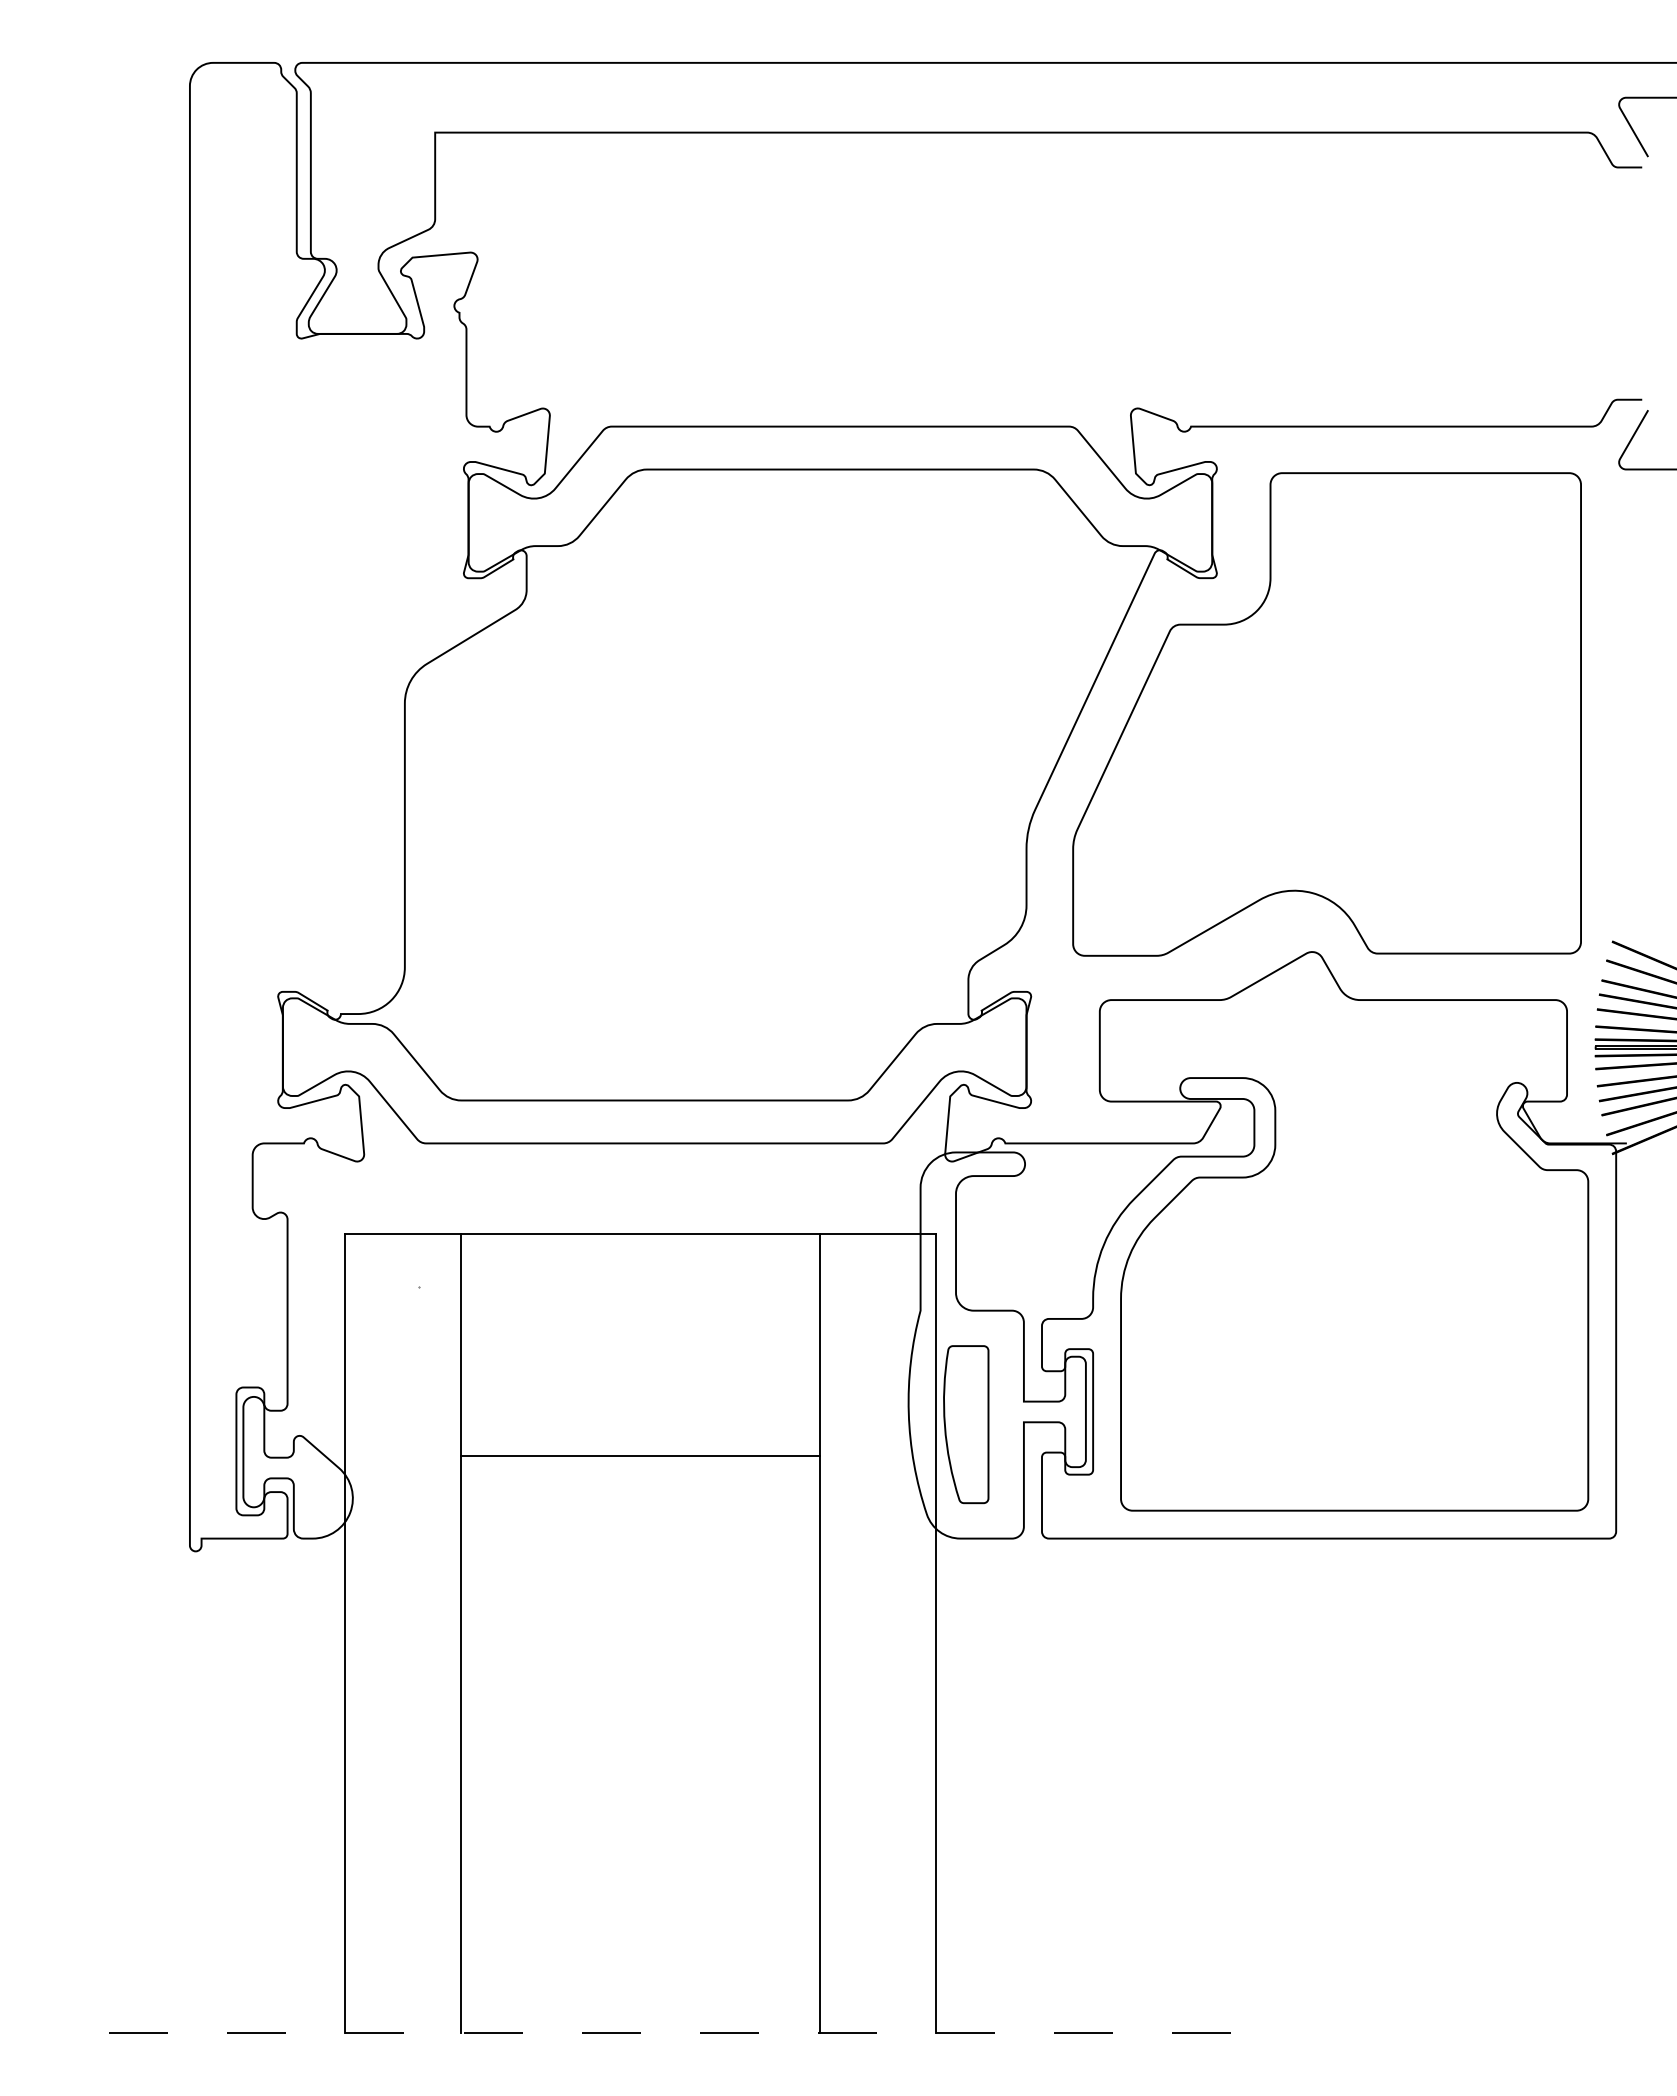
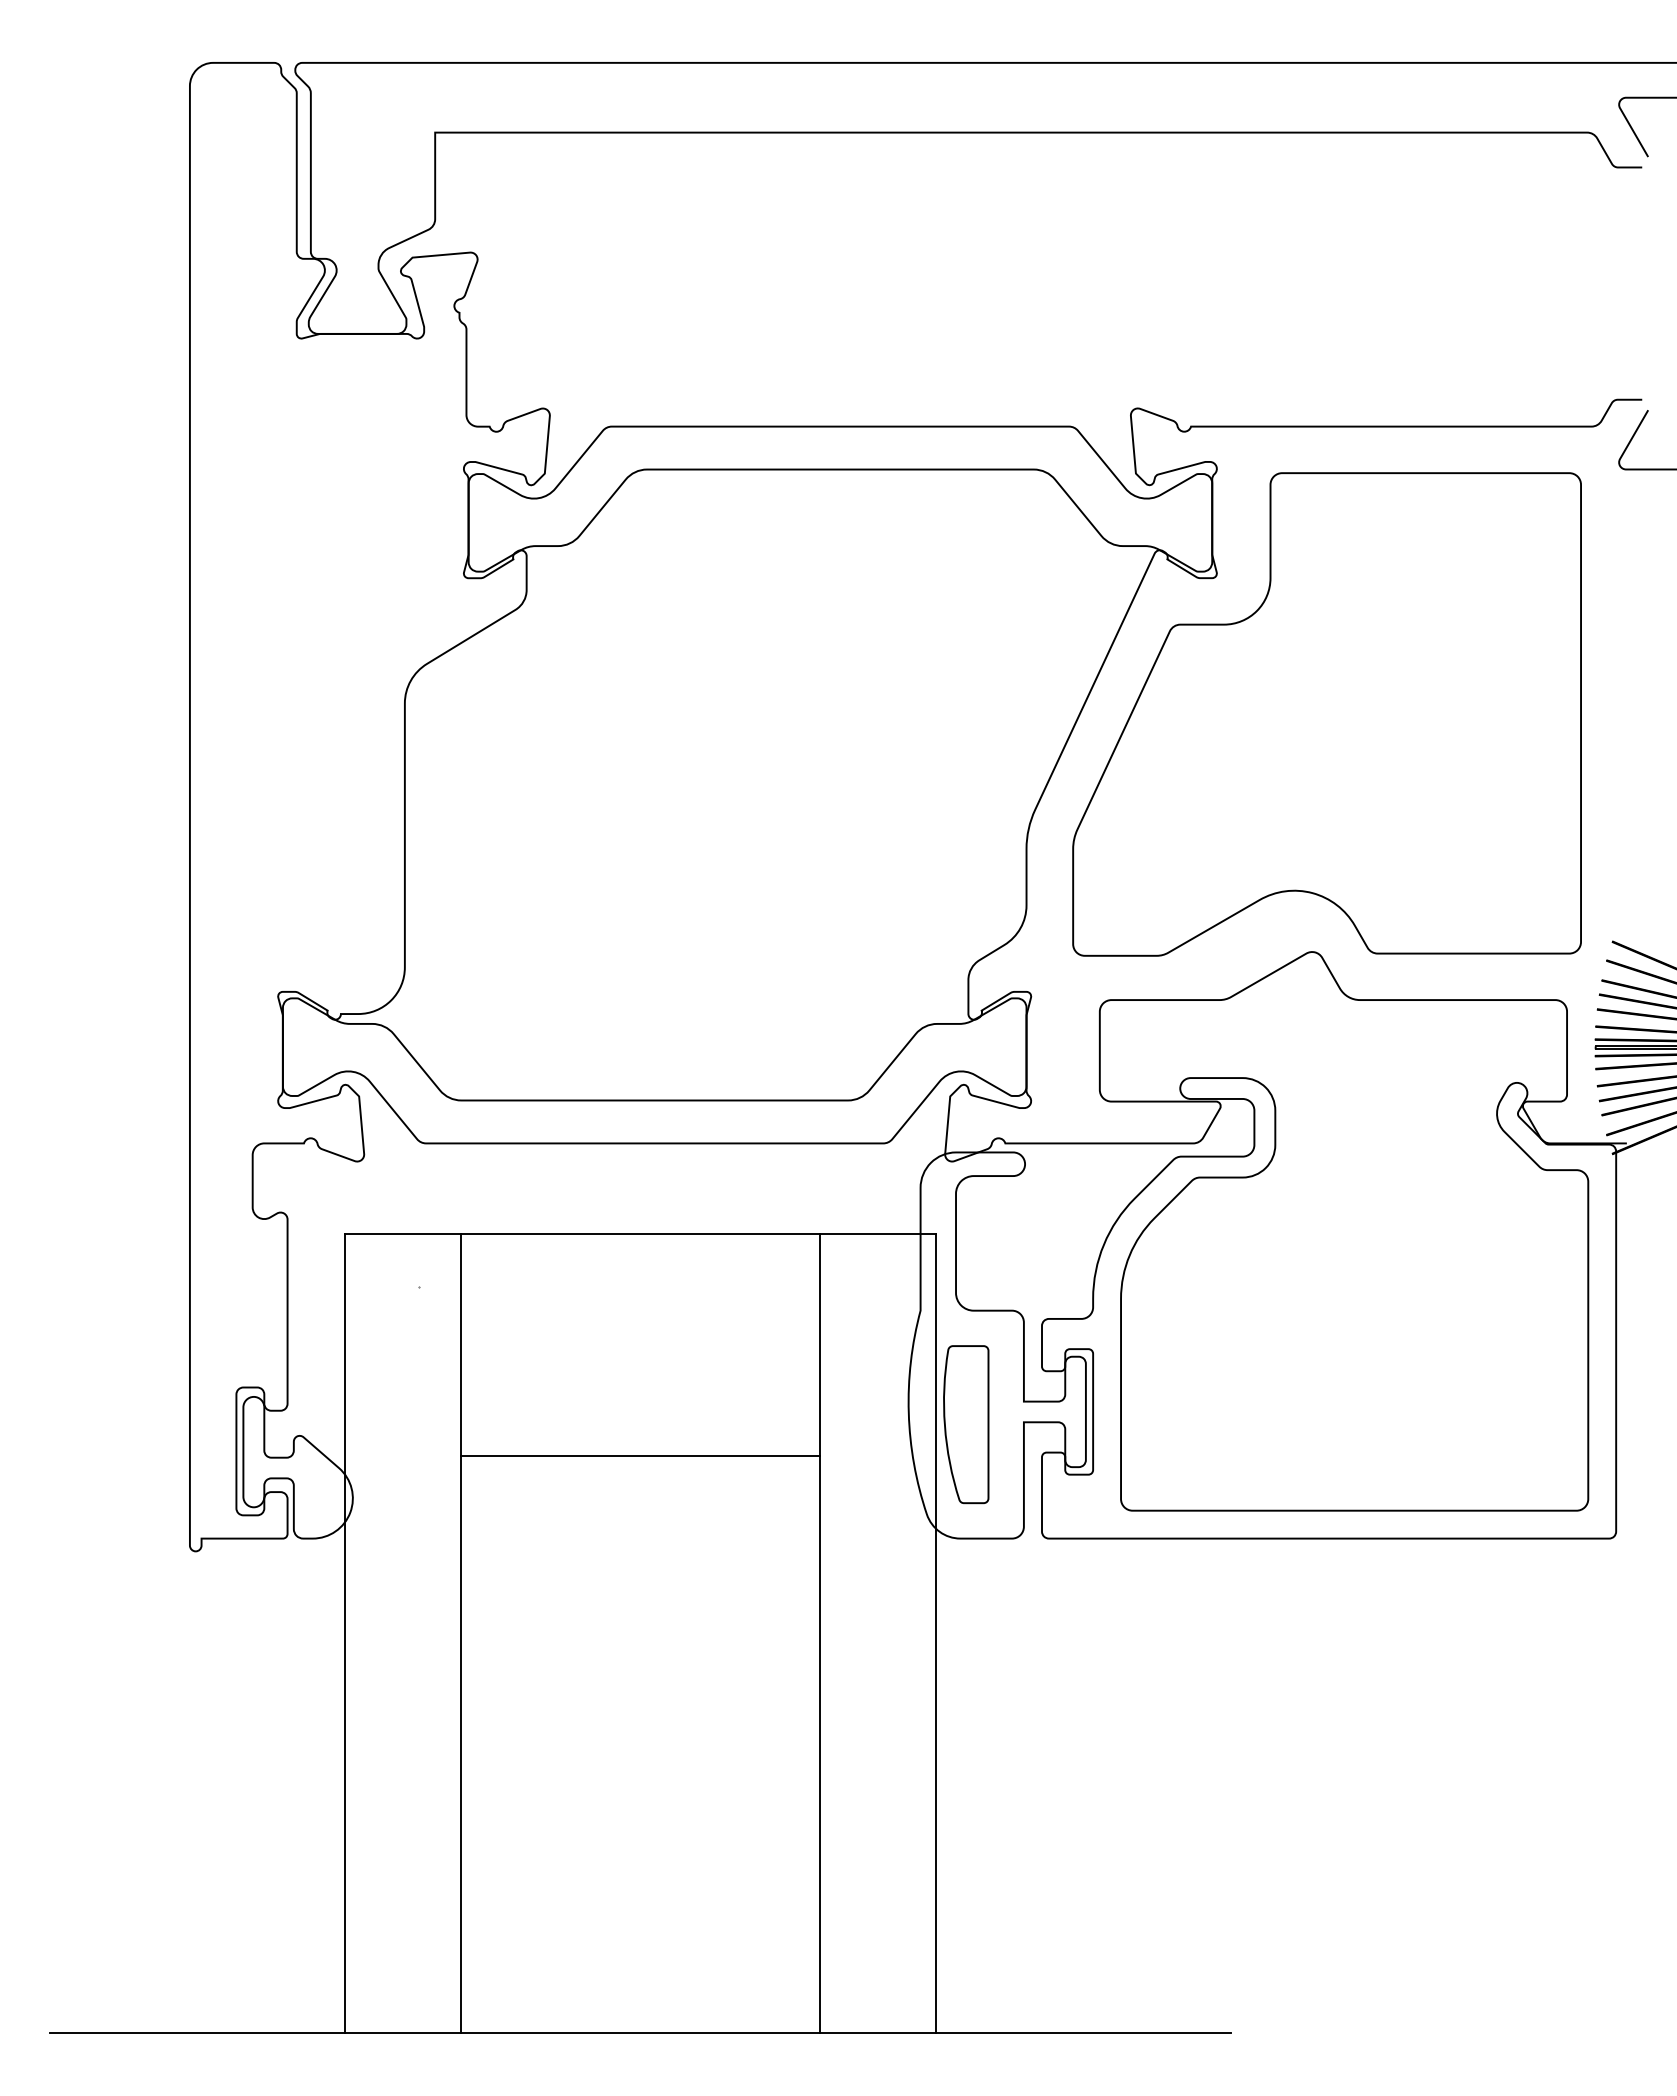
line at (640, 2033): dashed -> solid
